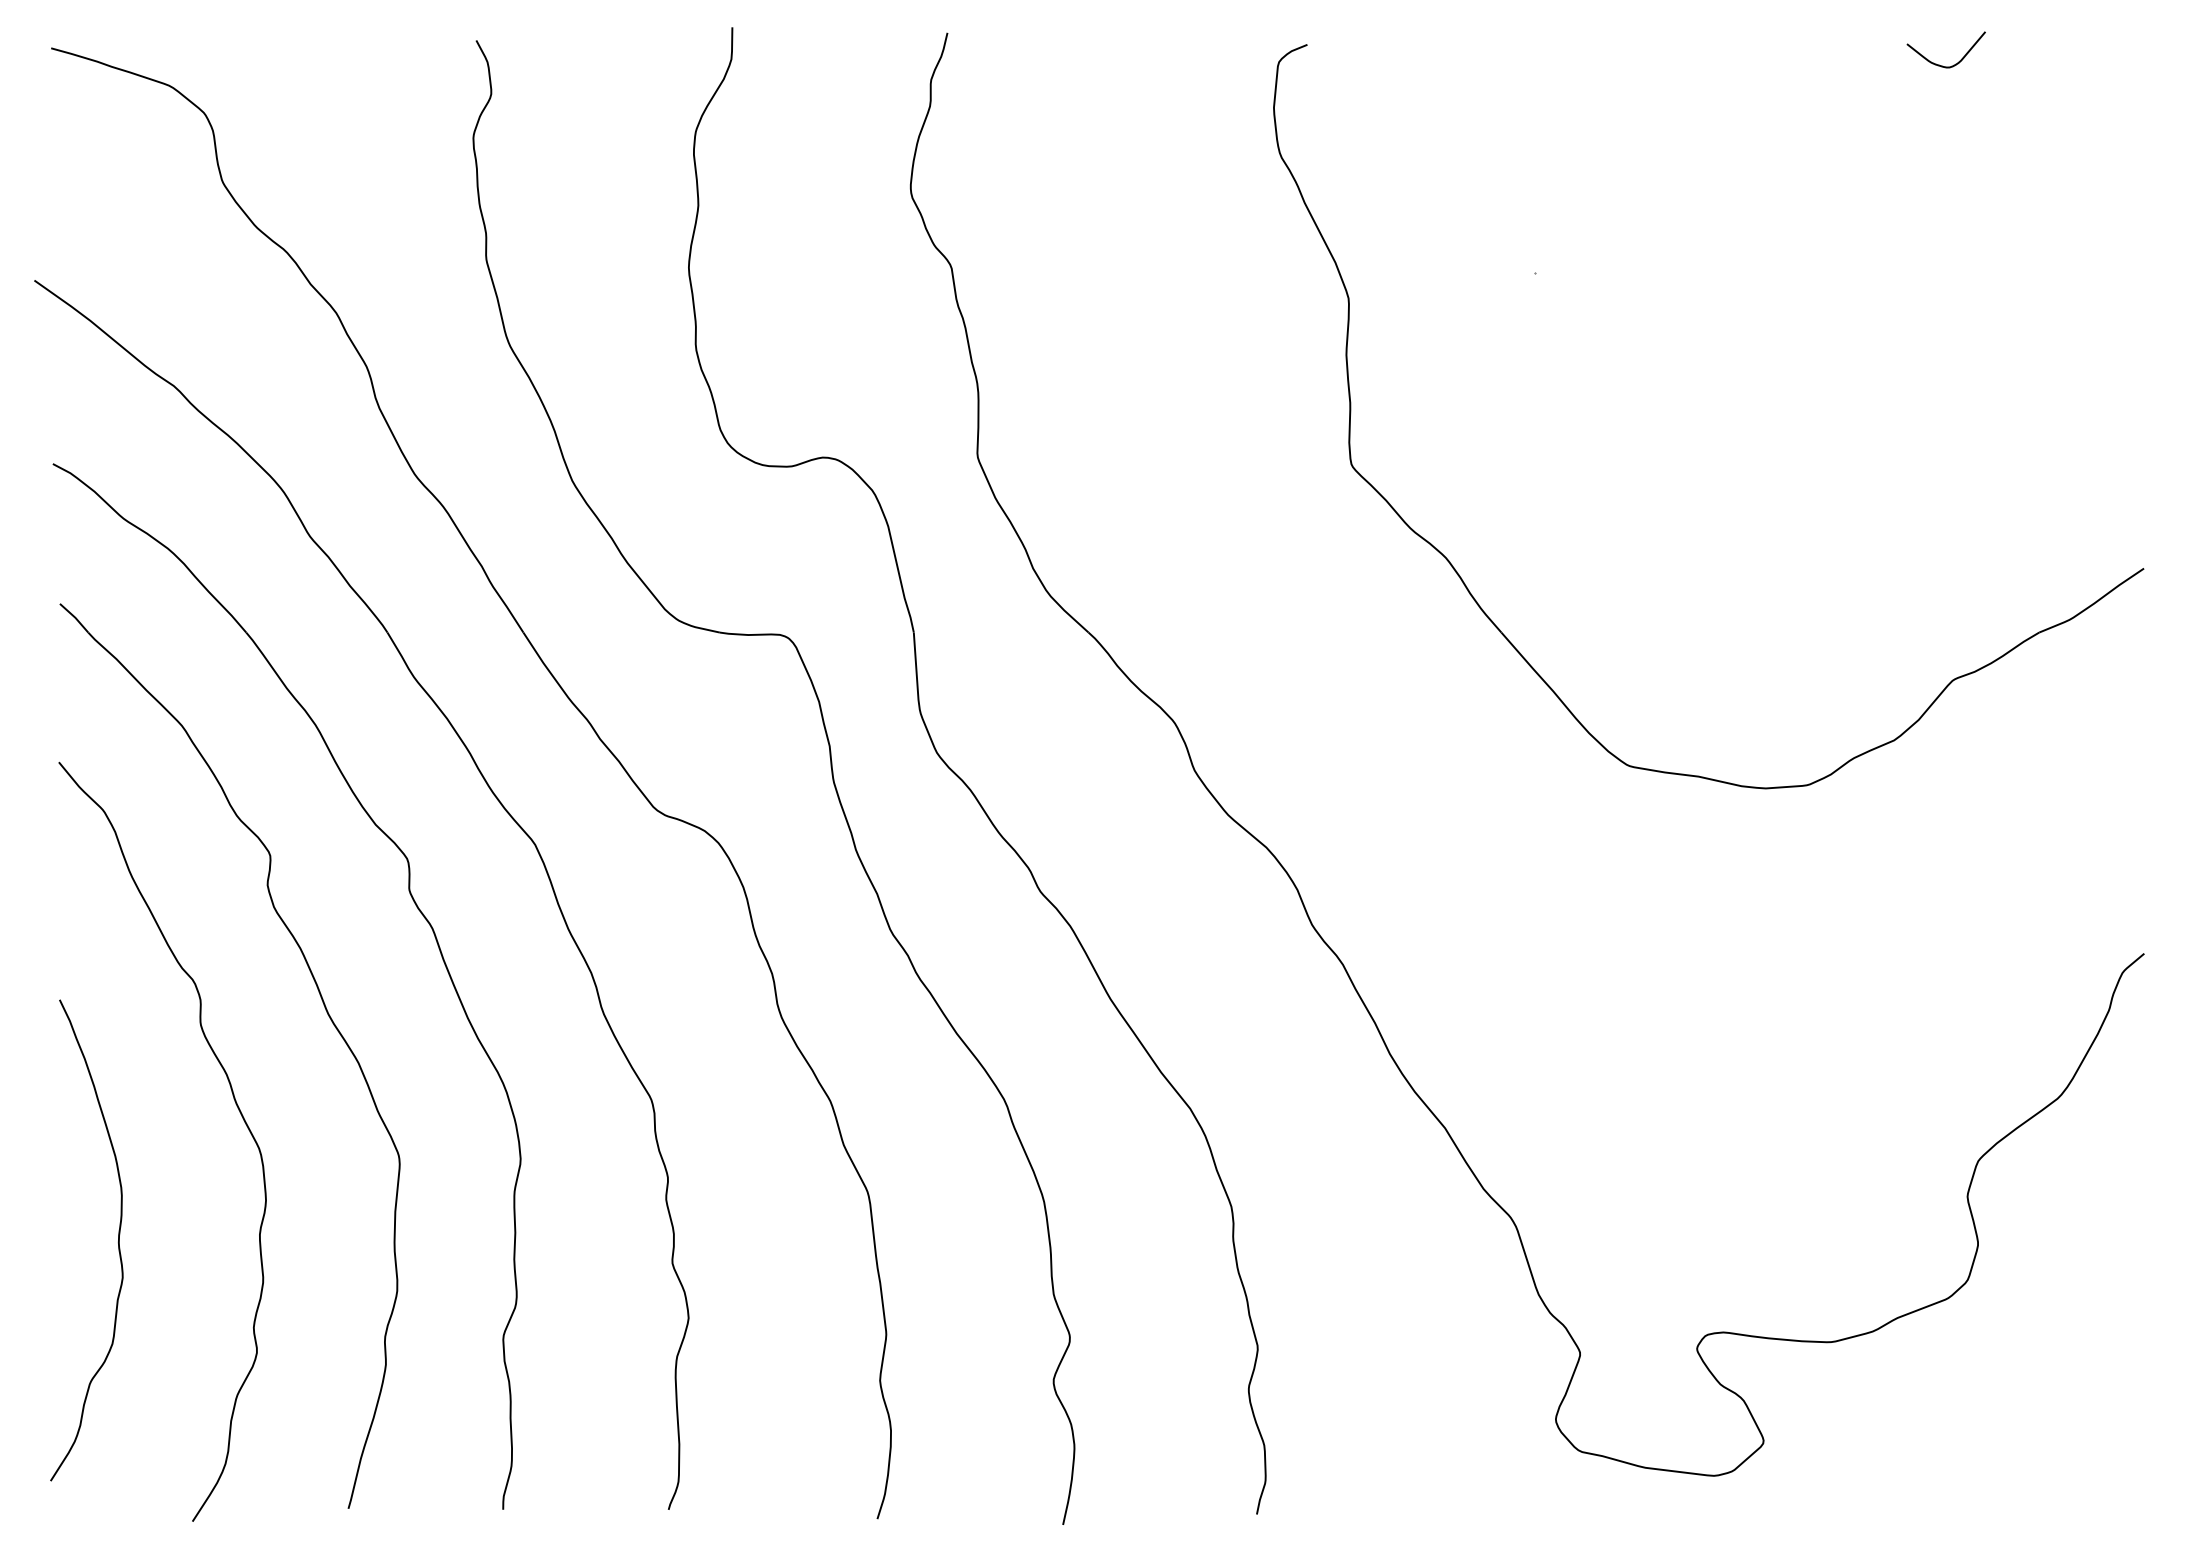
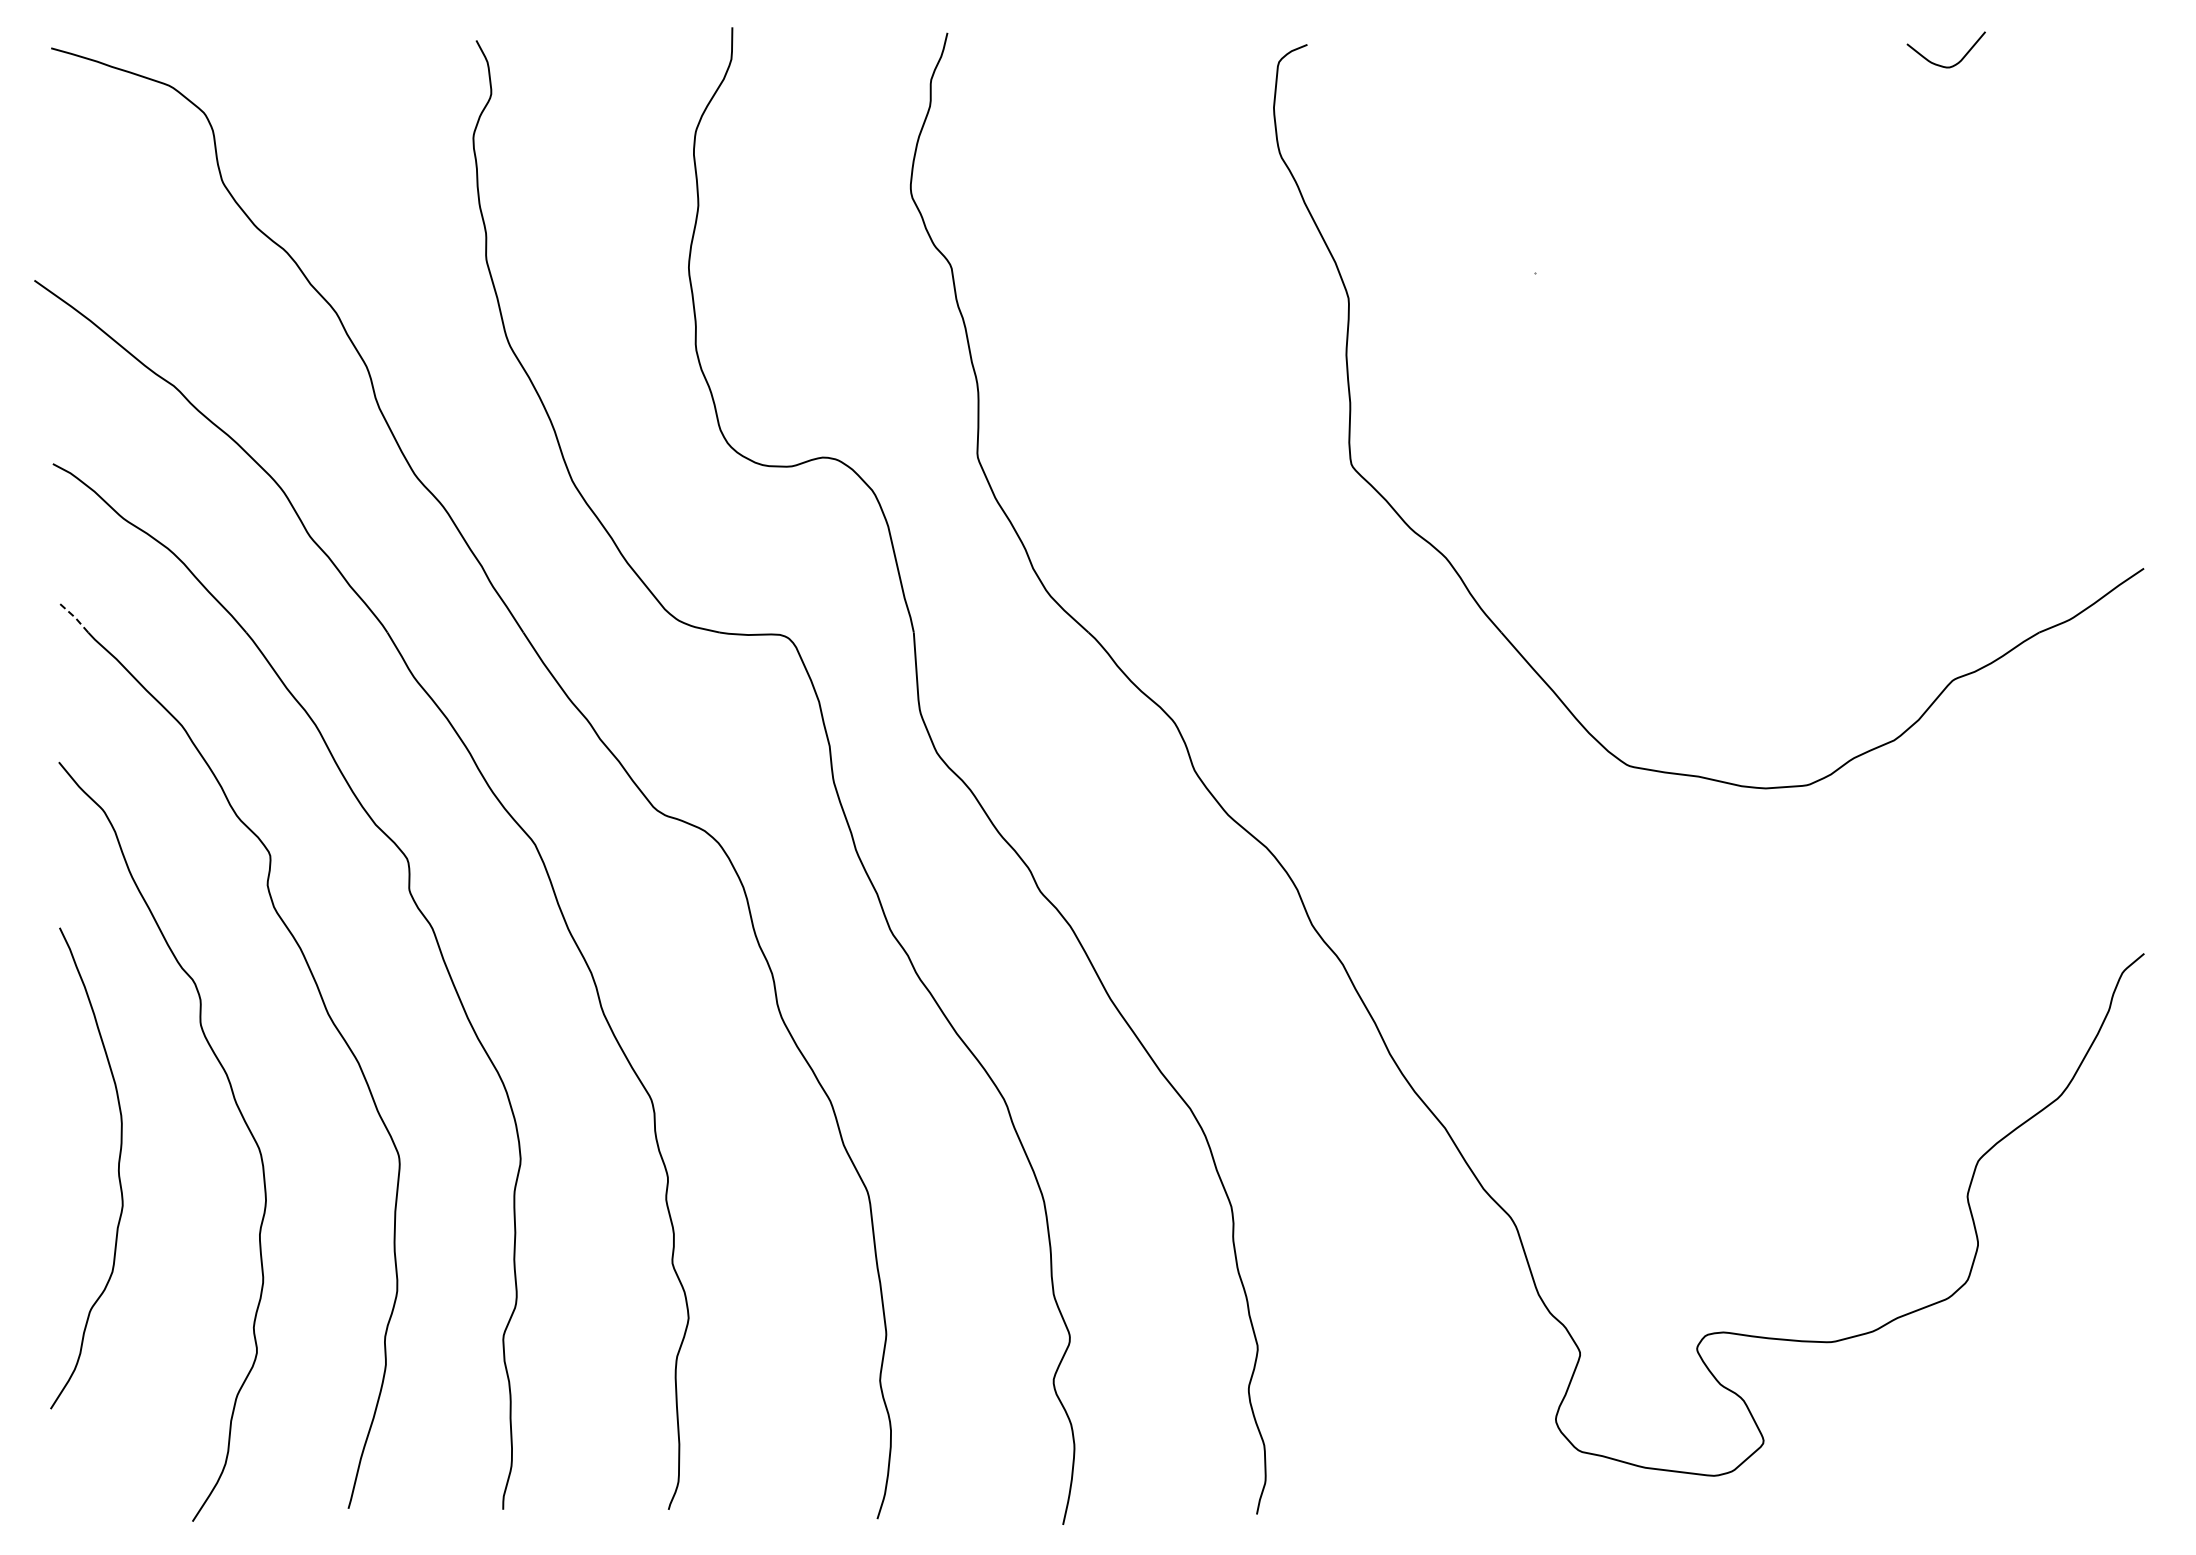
line at (75, 617): solid -> dashed
curve at (118, 1240) position: (118, 1240) -> (118, 1168)
